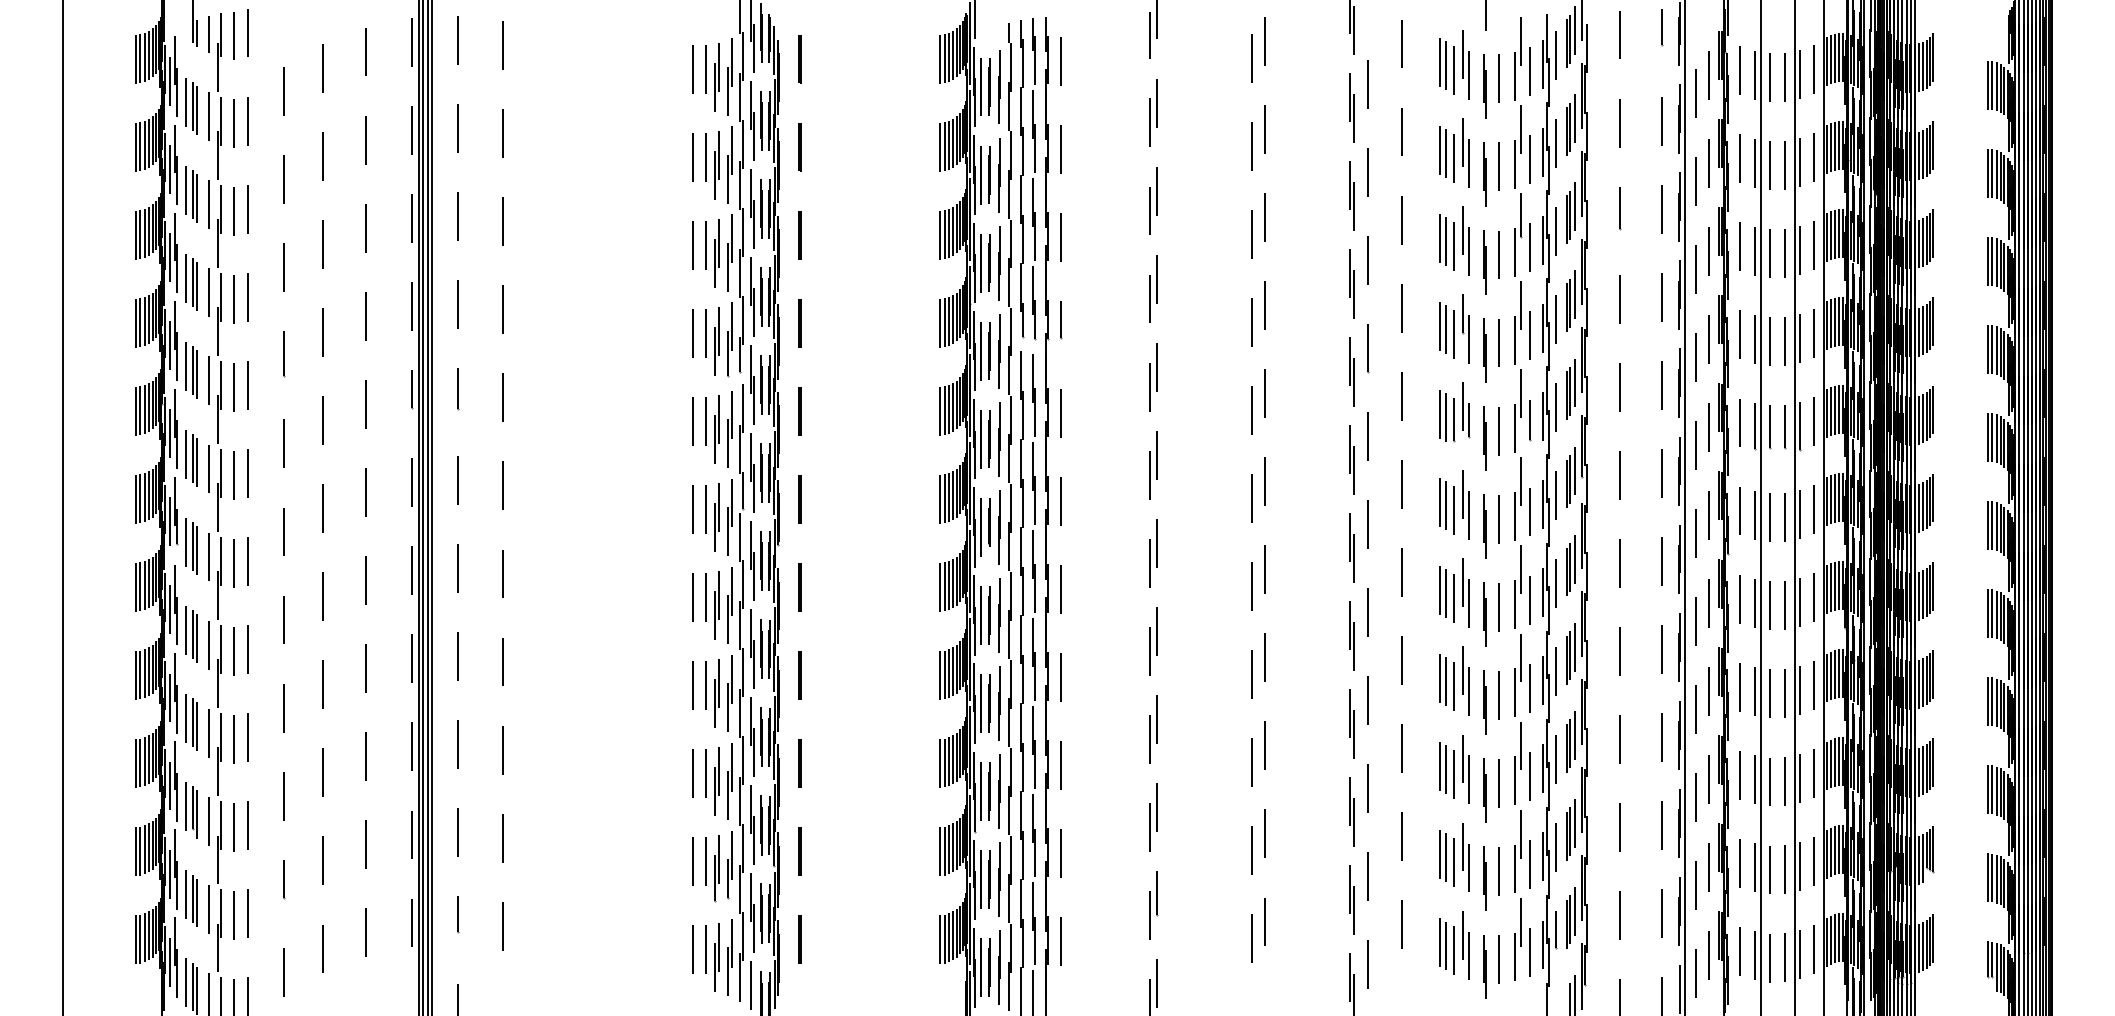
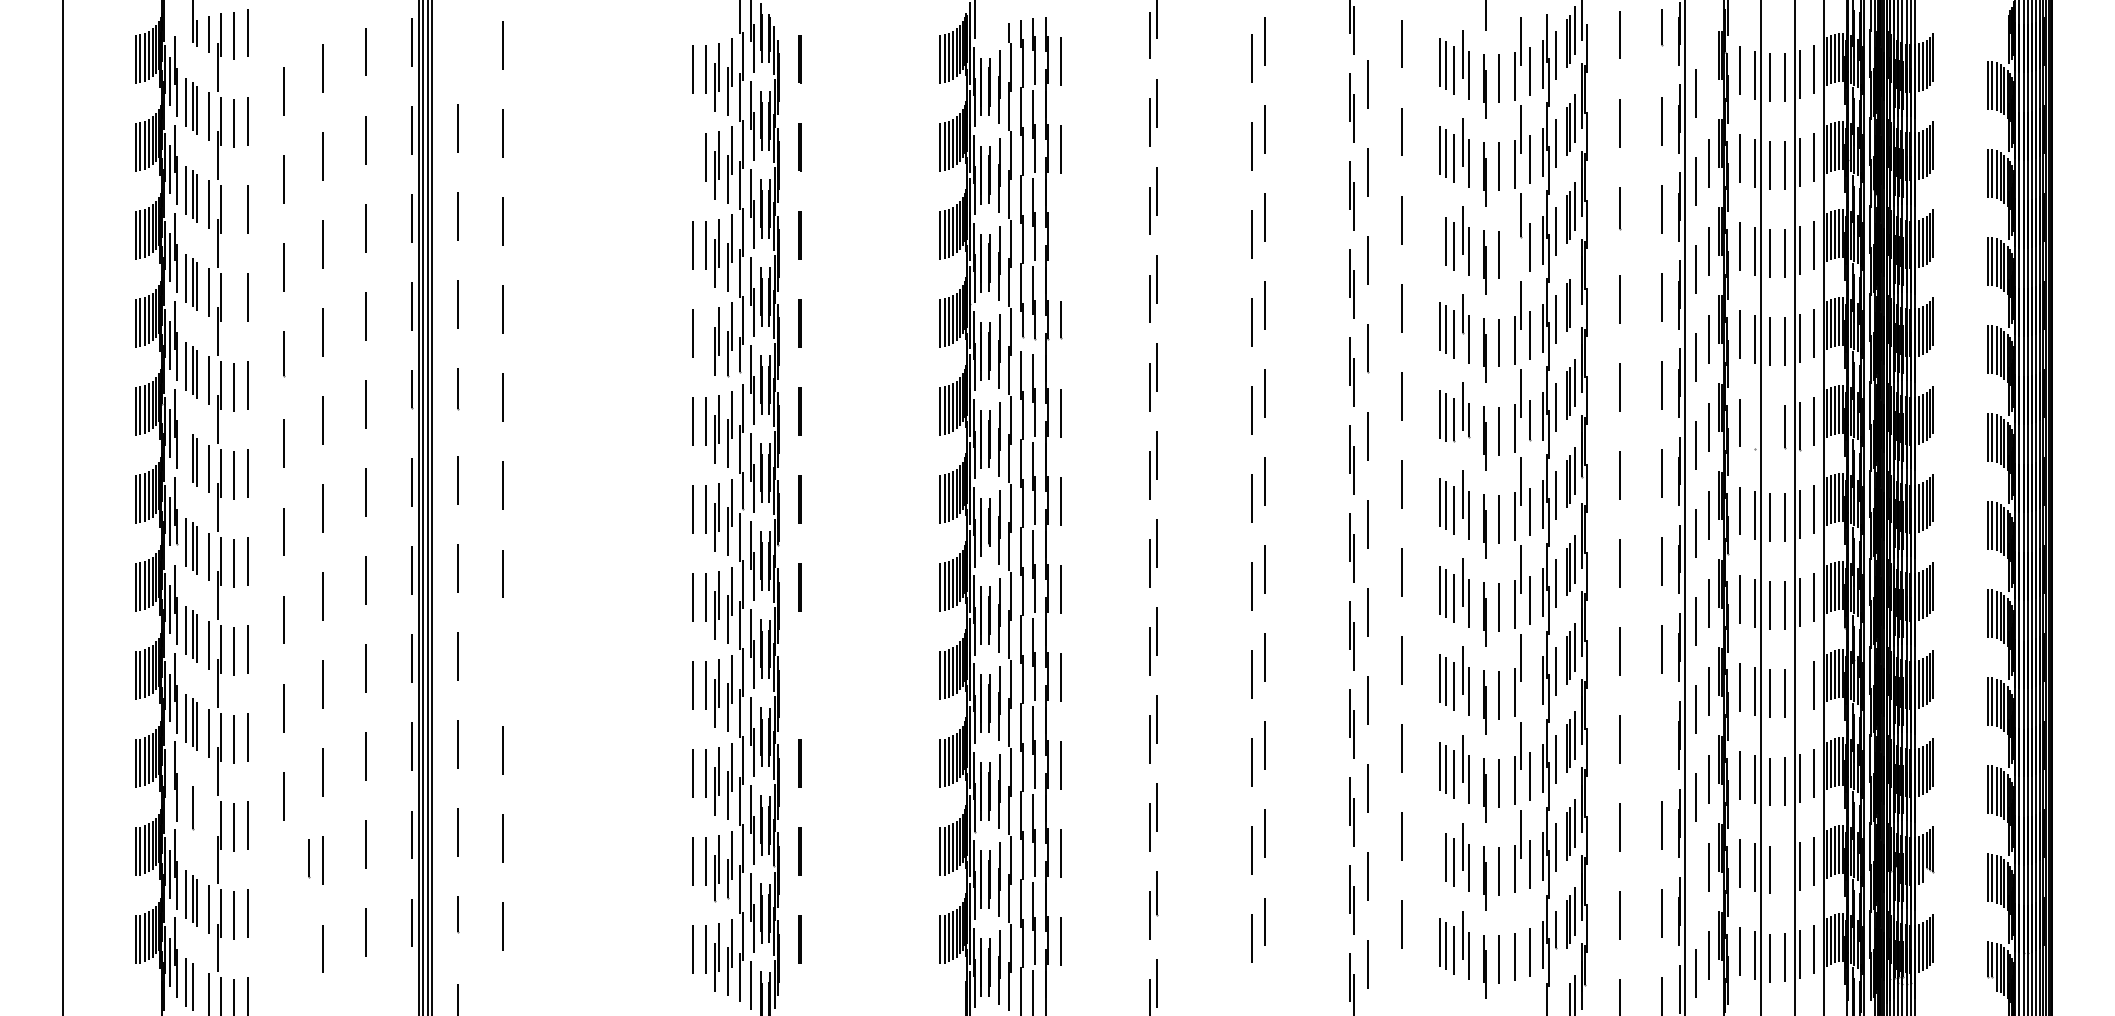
line at (457, 39): present -> none
line at (1708, 74): present -> none
line at (693, 157): present -> none
line at (234, 210): present -> none
line at (1060, 237): present -> none
line at (1440, 238): present -> none
line at (1514, 252): present -> none
line at (1575, 294): present -> none
line at (234, 298): present -> none
line at (706, 333): present -> none
line at (1754, 426): present -> none
line at (1770, 427): present -> none
line at (186, 454): present -> none
line at (503, 661): present -> none
line at (799, 675): present -> none
line at (1529, 687): present -> none
line at (1799, 690): present -> none
line at (1662, 736): present -> none
line at (170, 785): present -> none
line at (186, 806): present -> none
line at (196, 814): present -> none
line at (208, 821): present -> none
line at (1440, 854): present -> none
line at (1784, 869): present -> none
line at (284, 879) position: (284, 879) -> (309, 858)
line at (1695, 885): present -> none
line at (1521, 921): present -> none
line at (283, 971): present -> none
line at (196, 989): present -> none
